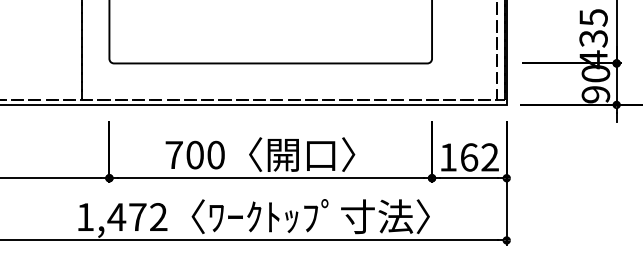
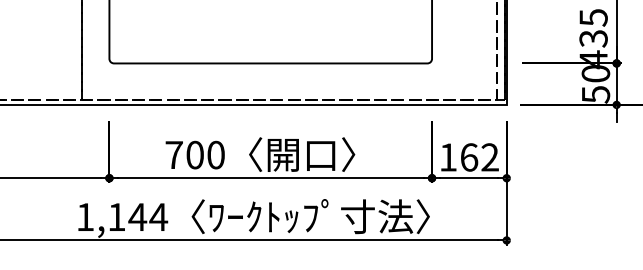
text at (595, 94): 90 -> 50
text at (137, 216): 1,472 -> 1,144
